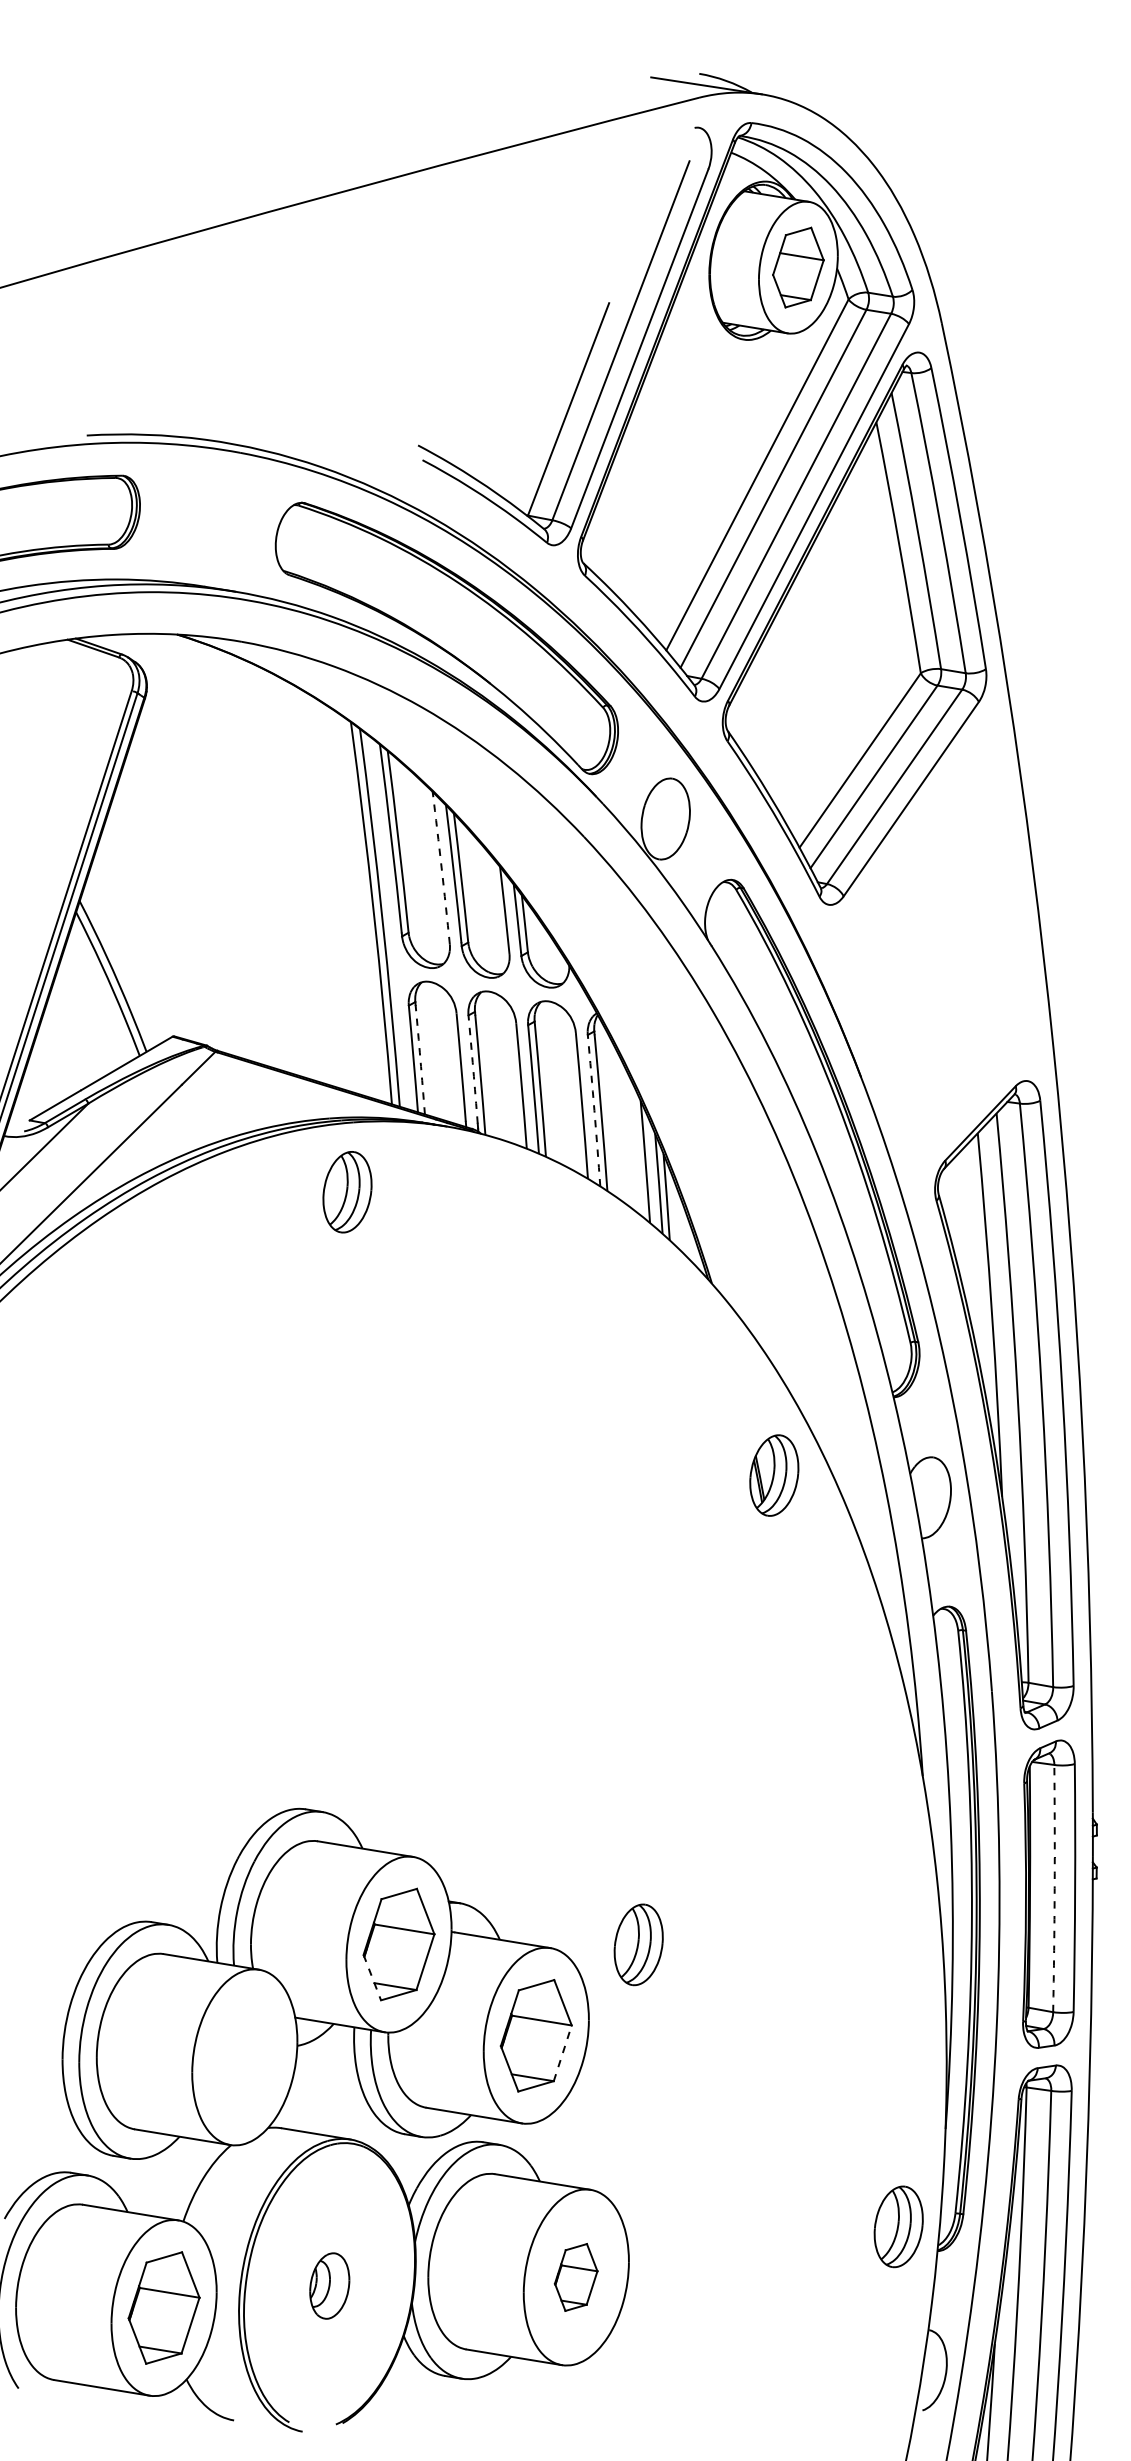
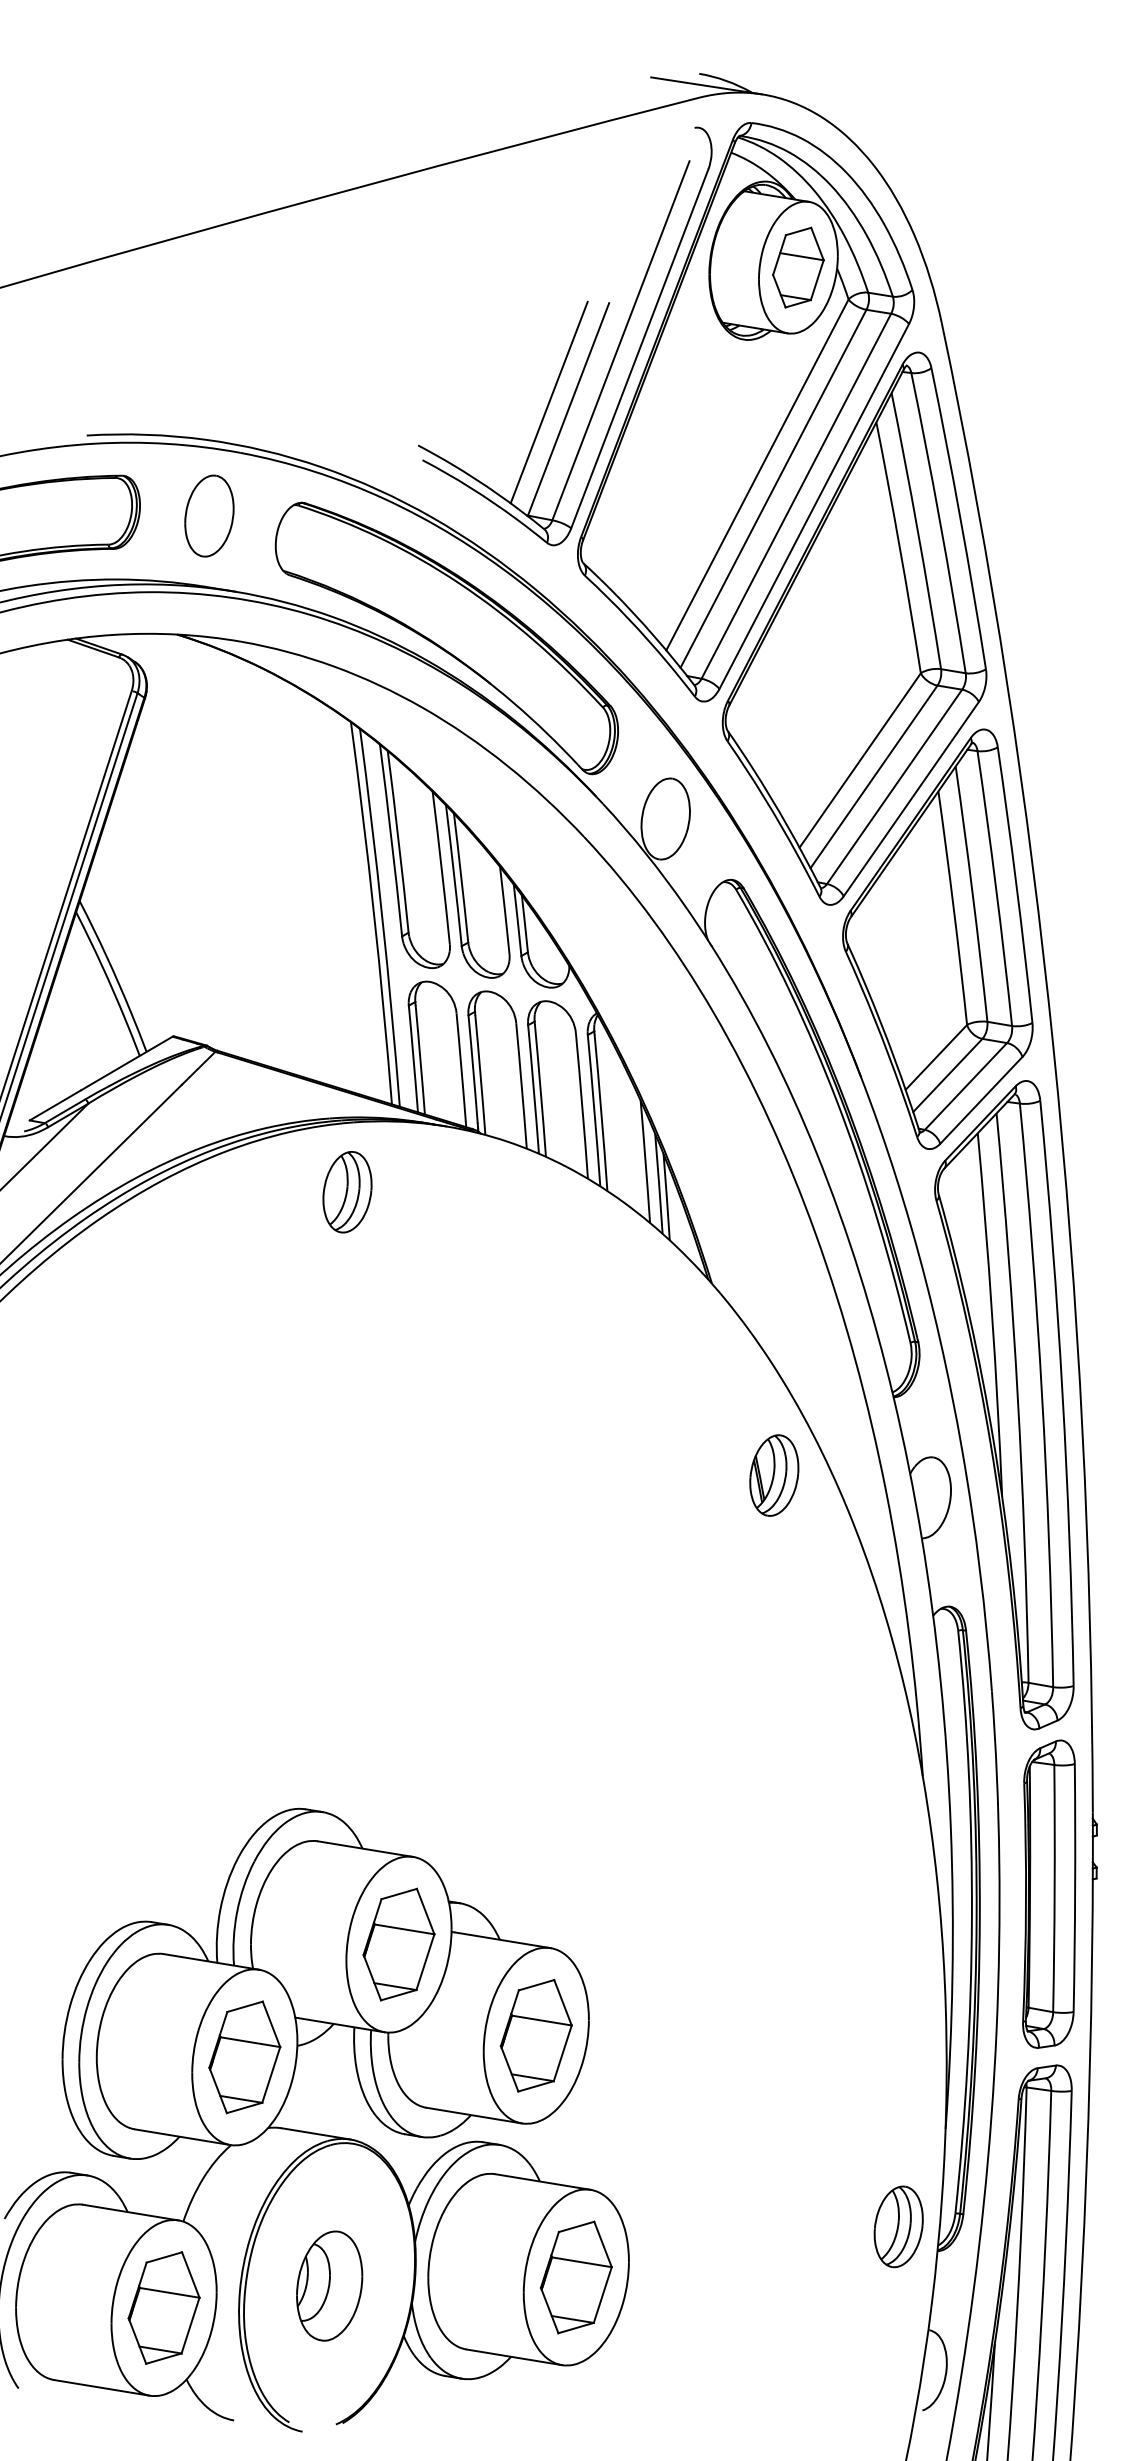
line at (548, 402): none -> present
part at (209, 515): none -> present
arc at (441, 868): dashed -> solid
part at (937, 938): none -> present
arc at (420, 1059): dashed -> solid
arc at (473, 1069): dashed -> solid
arc at (594, 1110): dashed -> solid
arc at (1054, 1888): dashed -> solid
part at (638, 1944): present -> none
line at (372, 1978): dashed -> solid
line at (562, 2052): dashed -> solid
part at (244, 2057): none -> present
part at (575, 2277) size: 46x69 px -> 74x115 px
part at (329, 2285) size: 42x68 px -> 68x112 px
